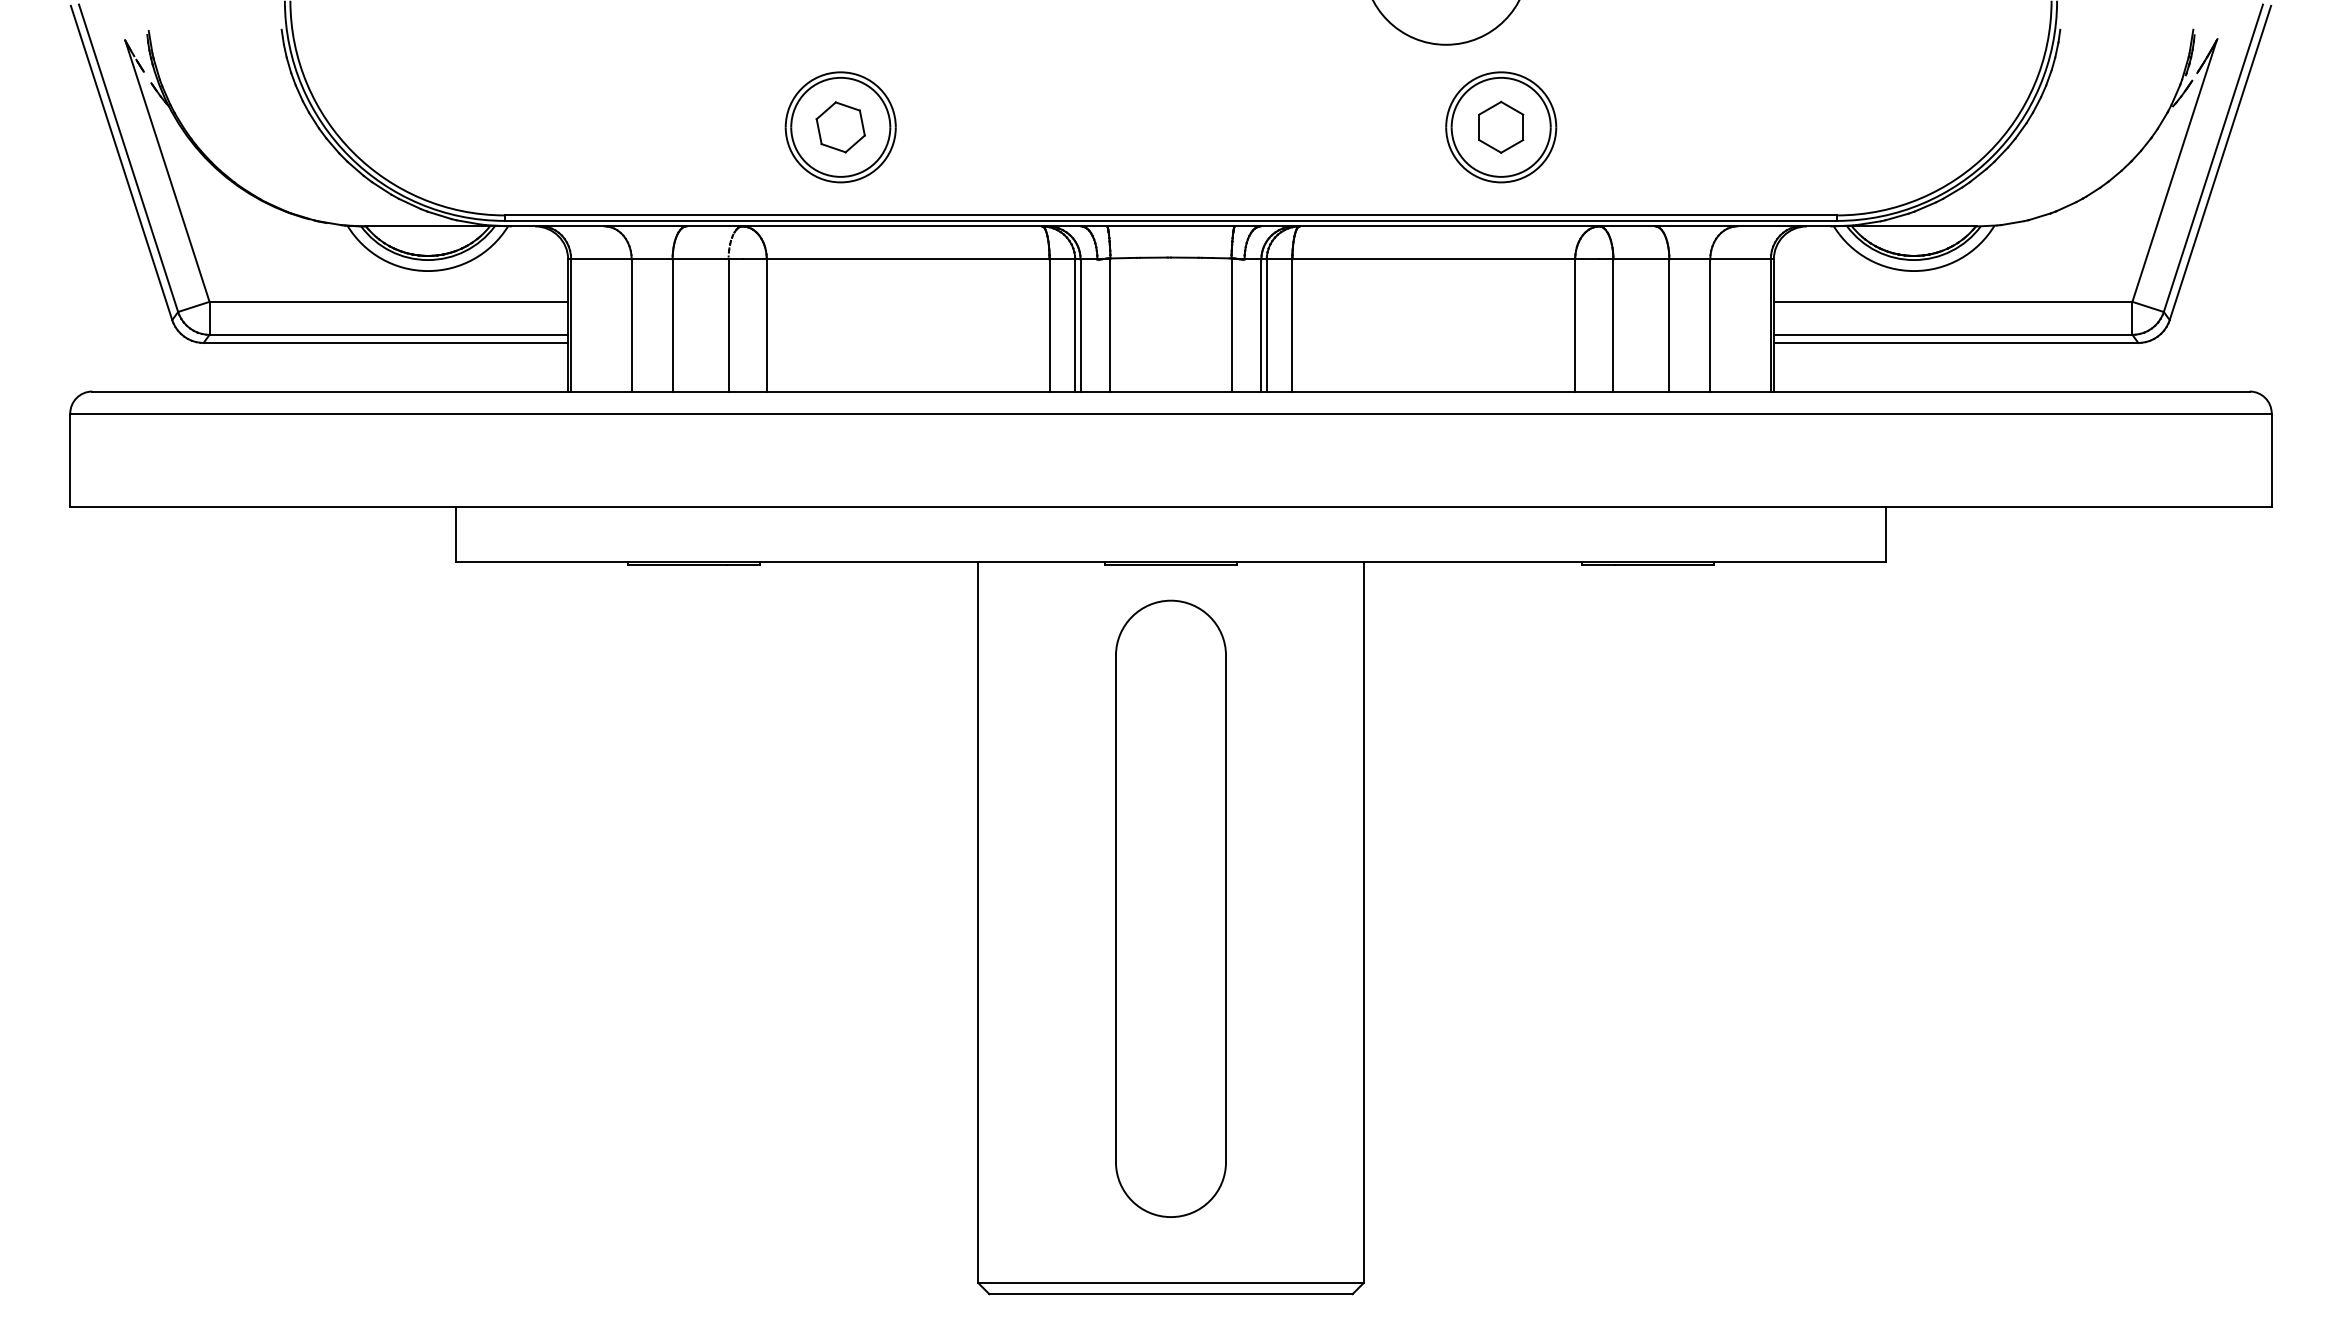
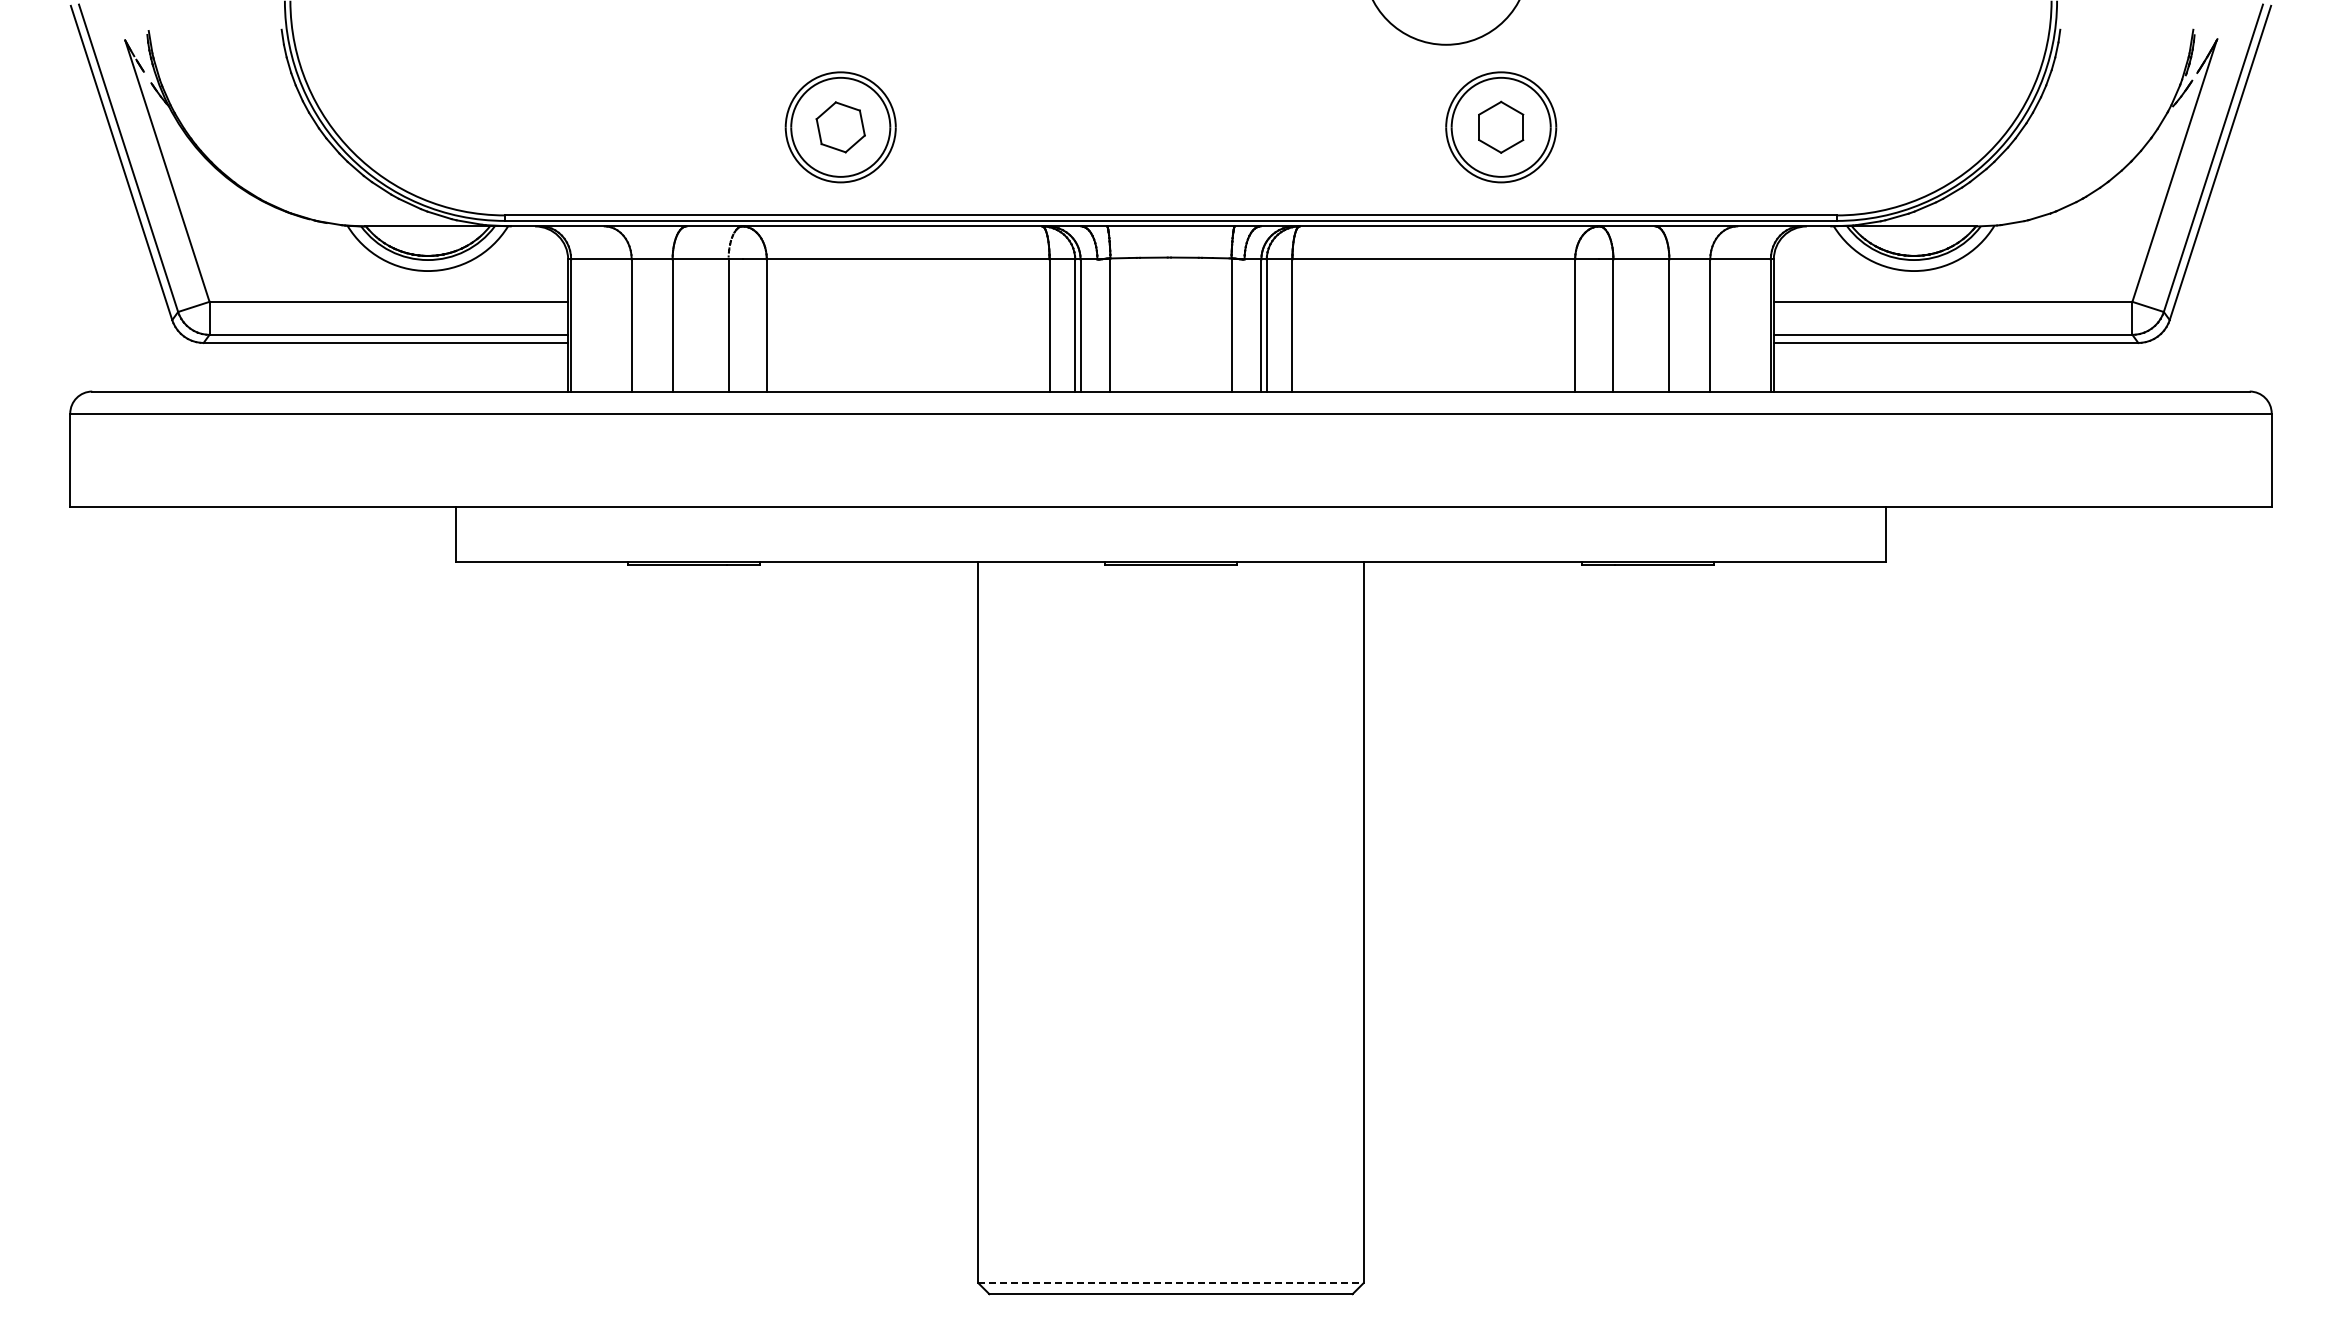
part at (1170, 908): present -> none
line at (1170, 1283): solid -> dashed
